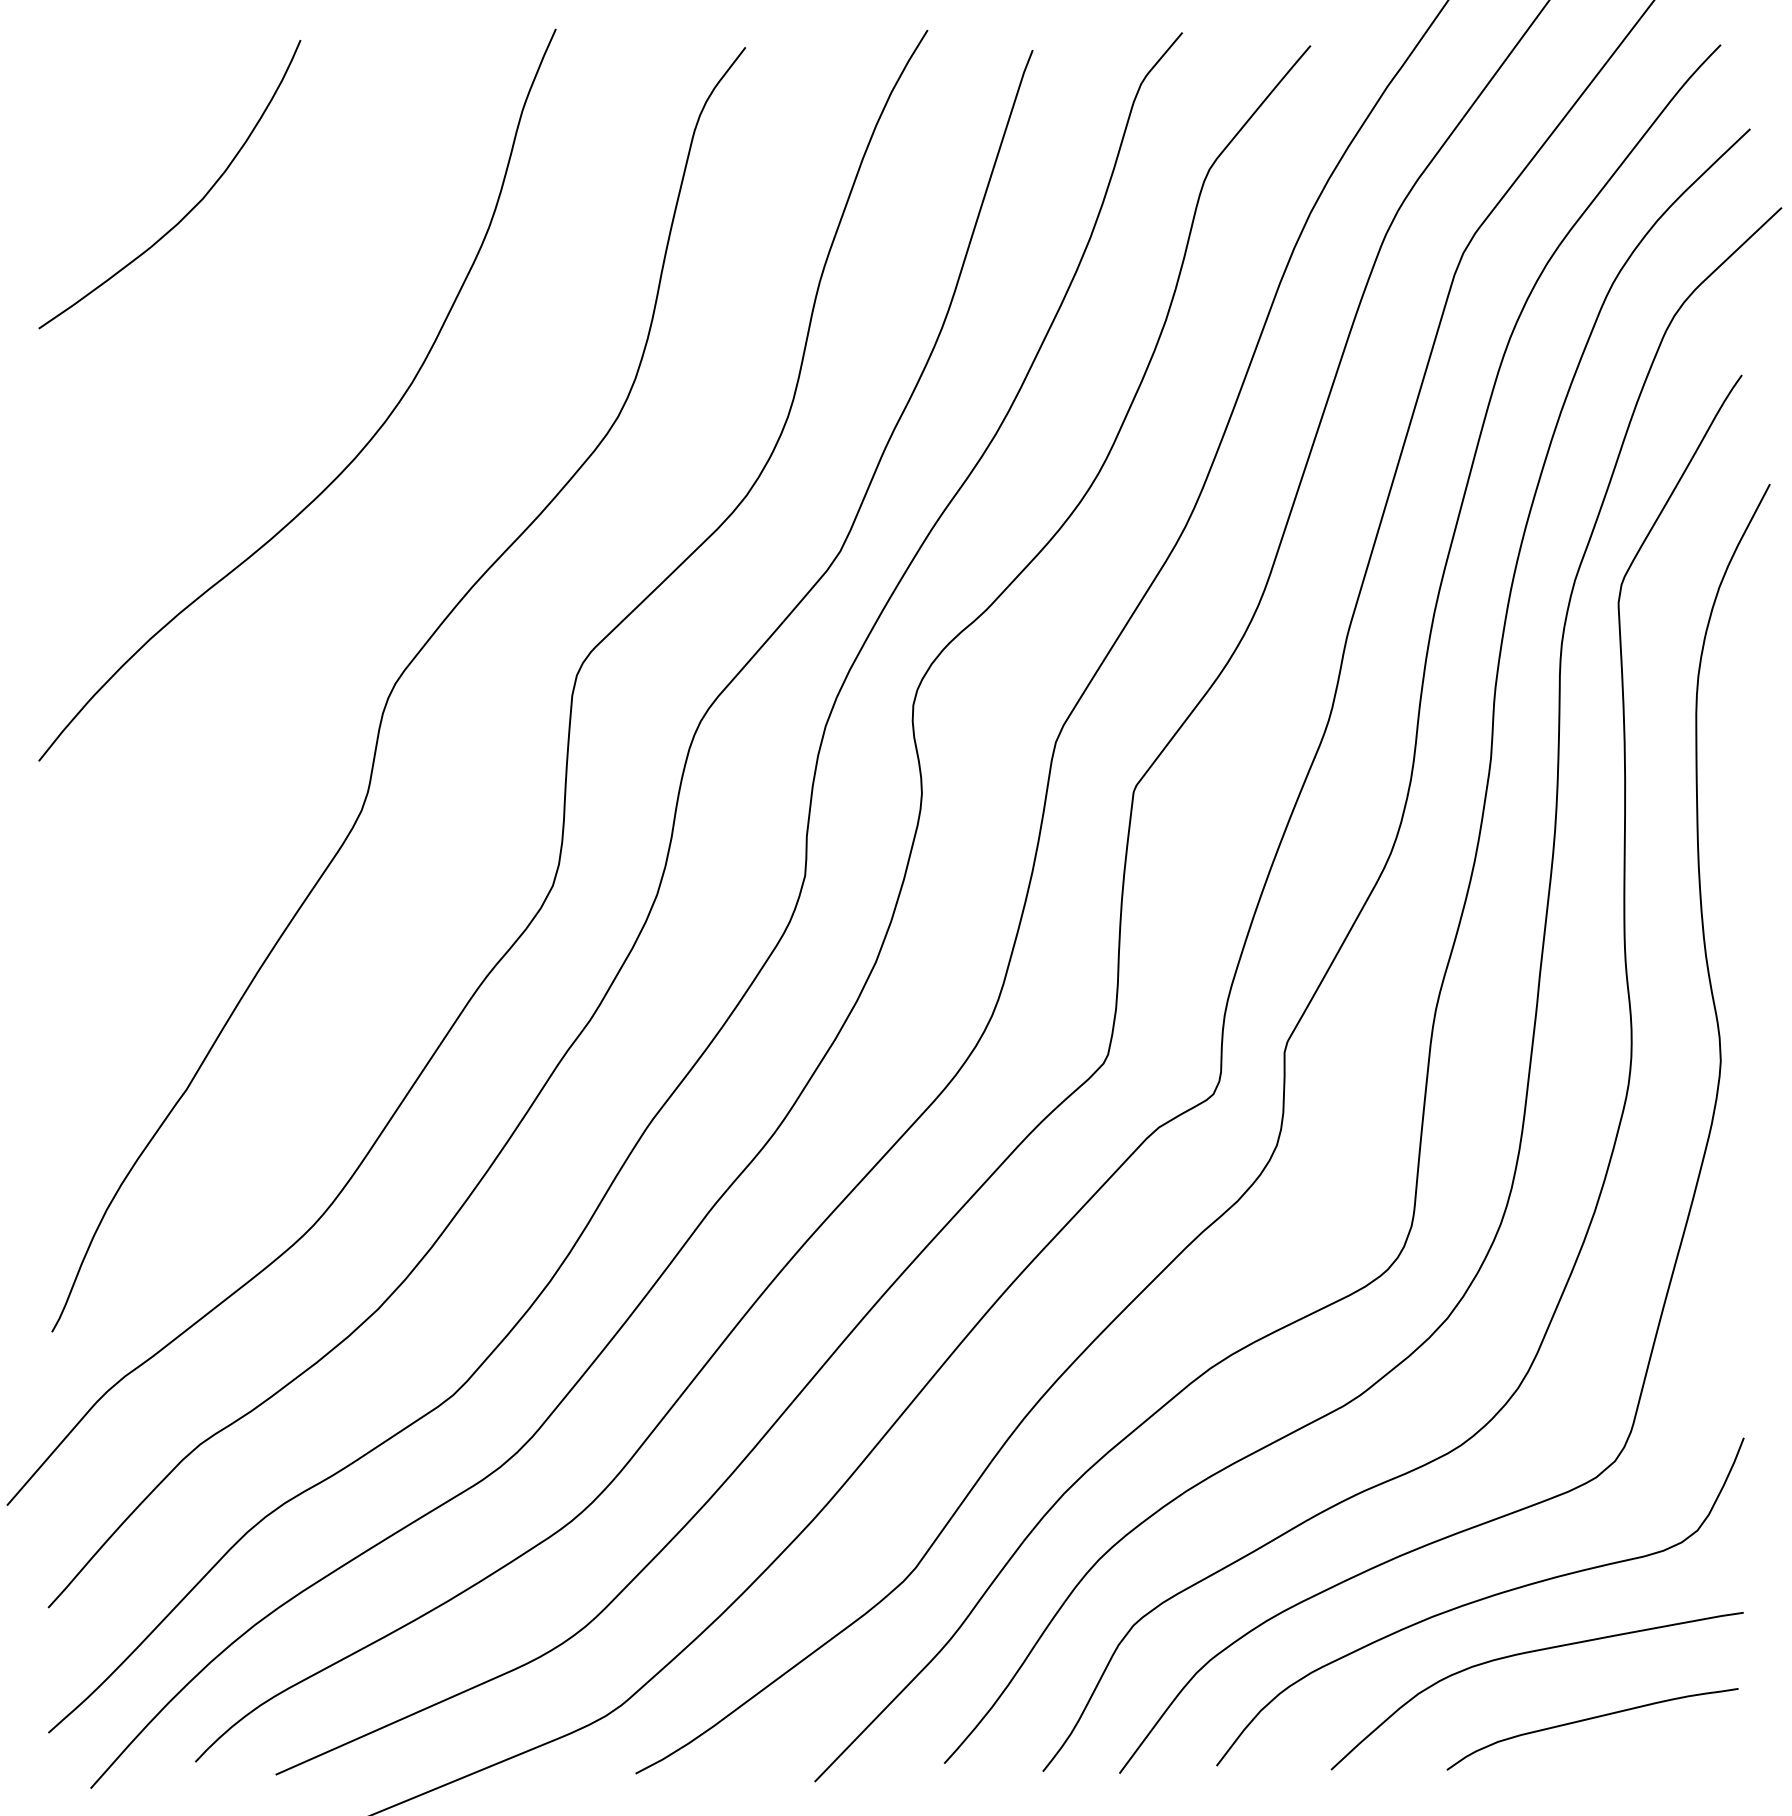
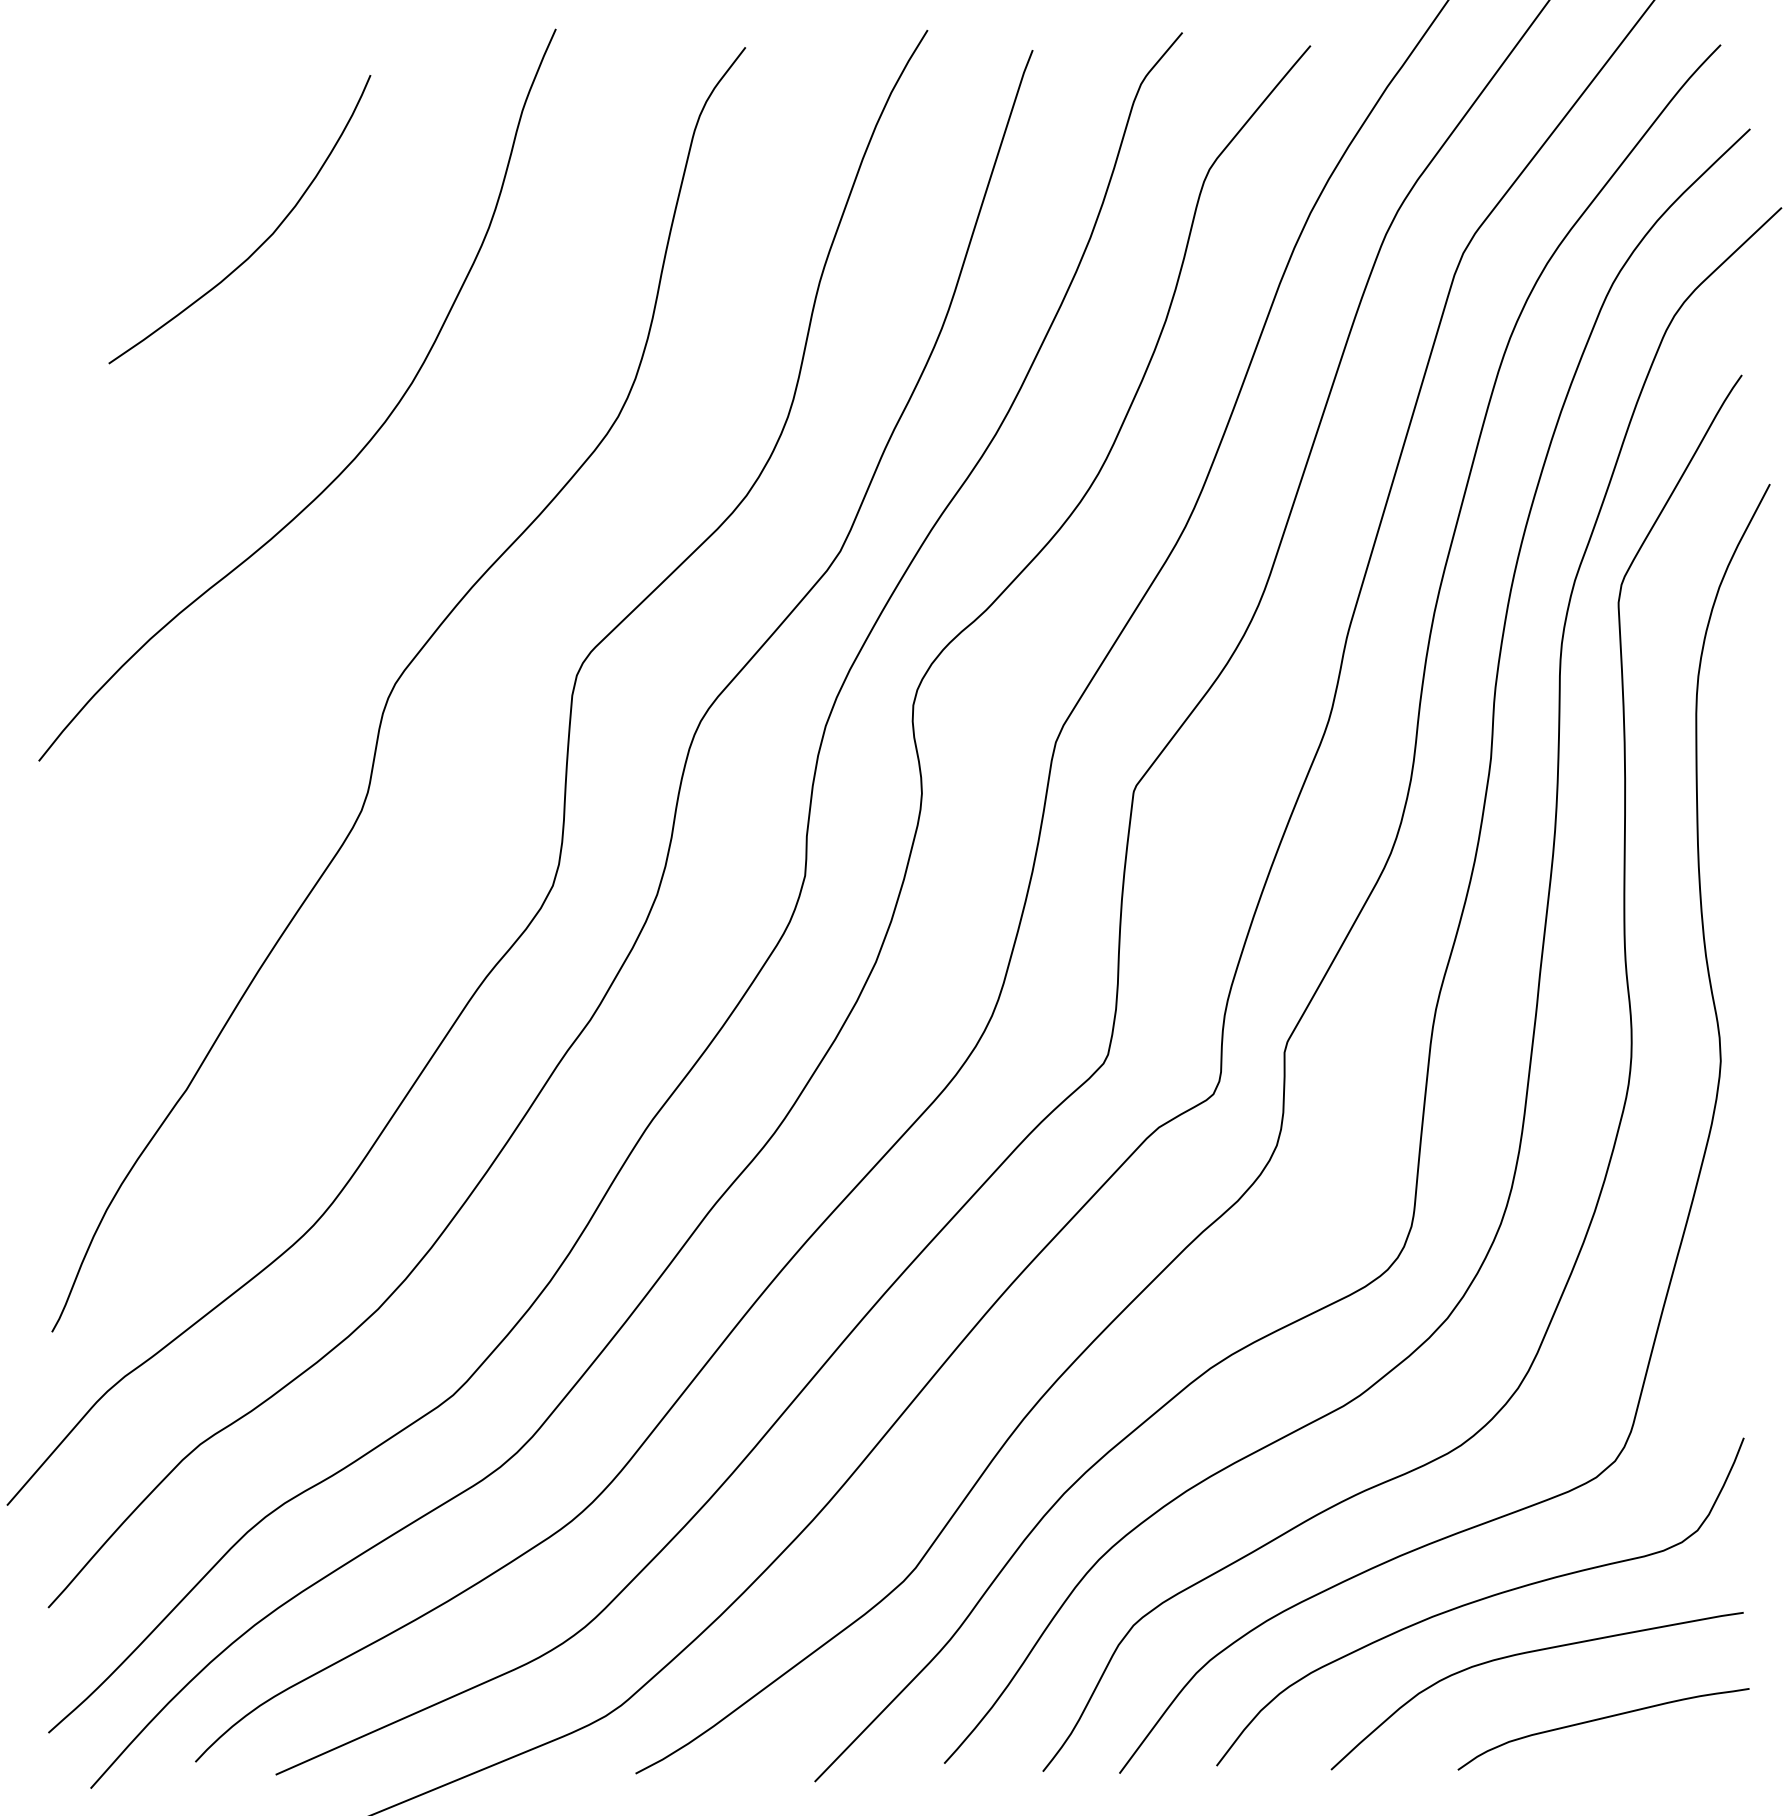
curve at (192, 207) position: (192, 207) -> (262, 242)
curve at (1591, 1719) position: (1591, 1719) -> (1602, 1719)
